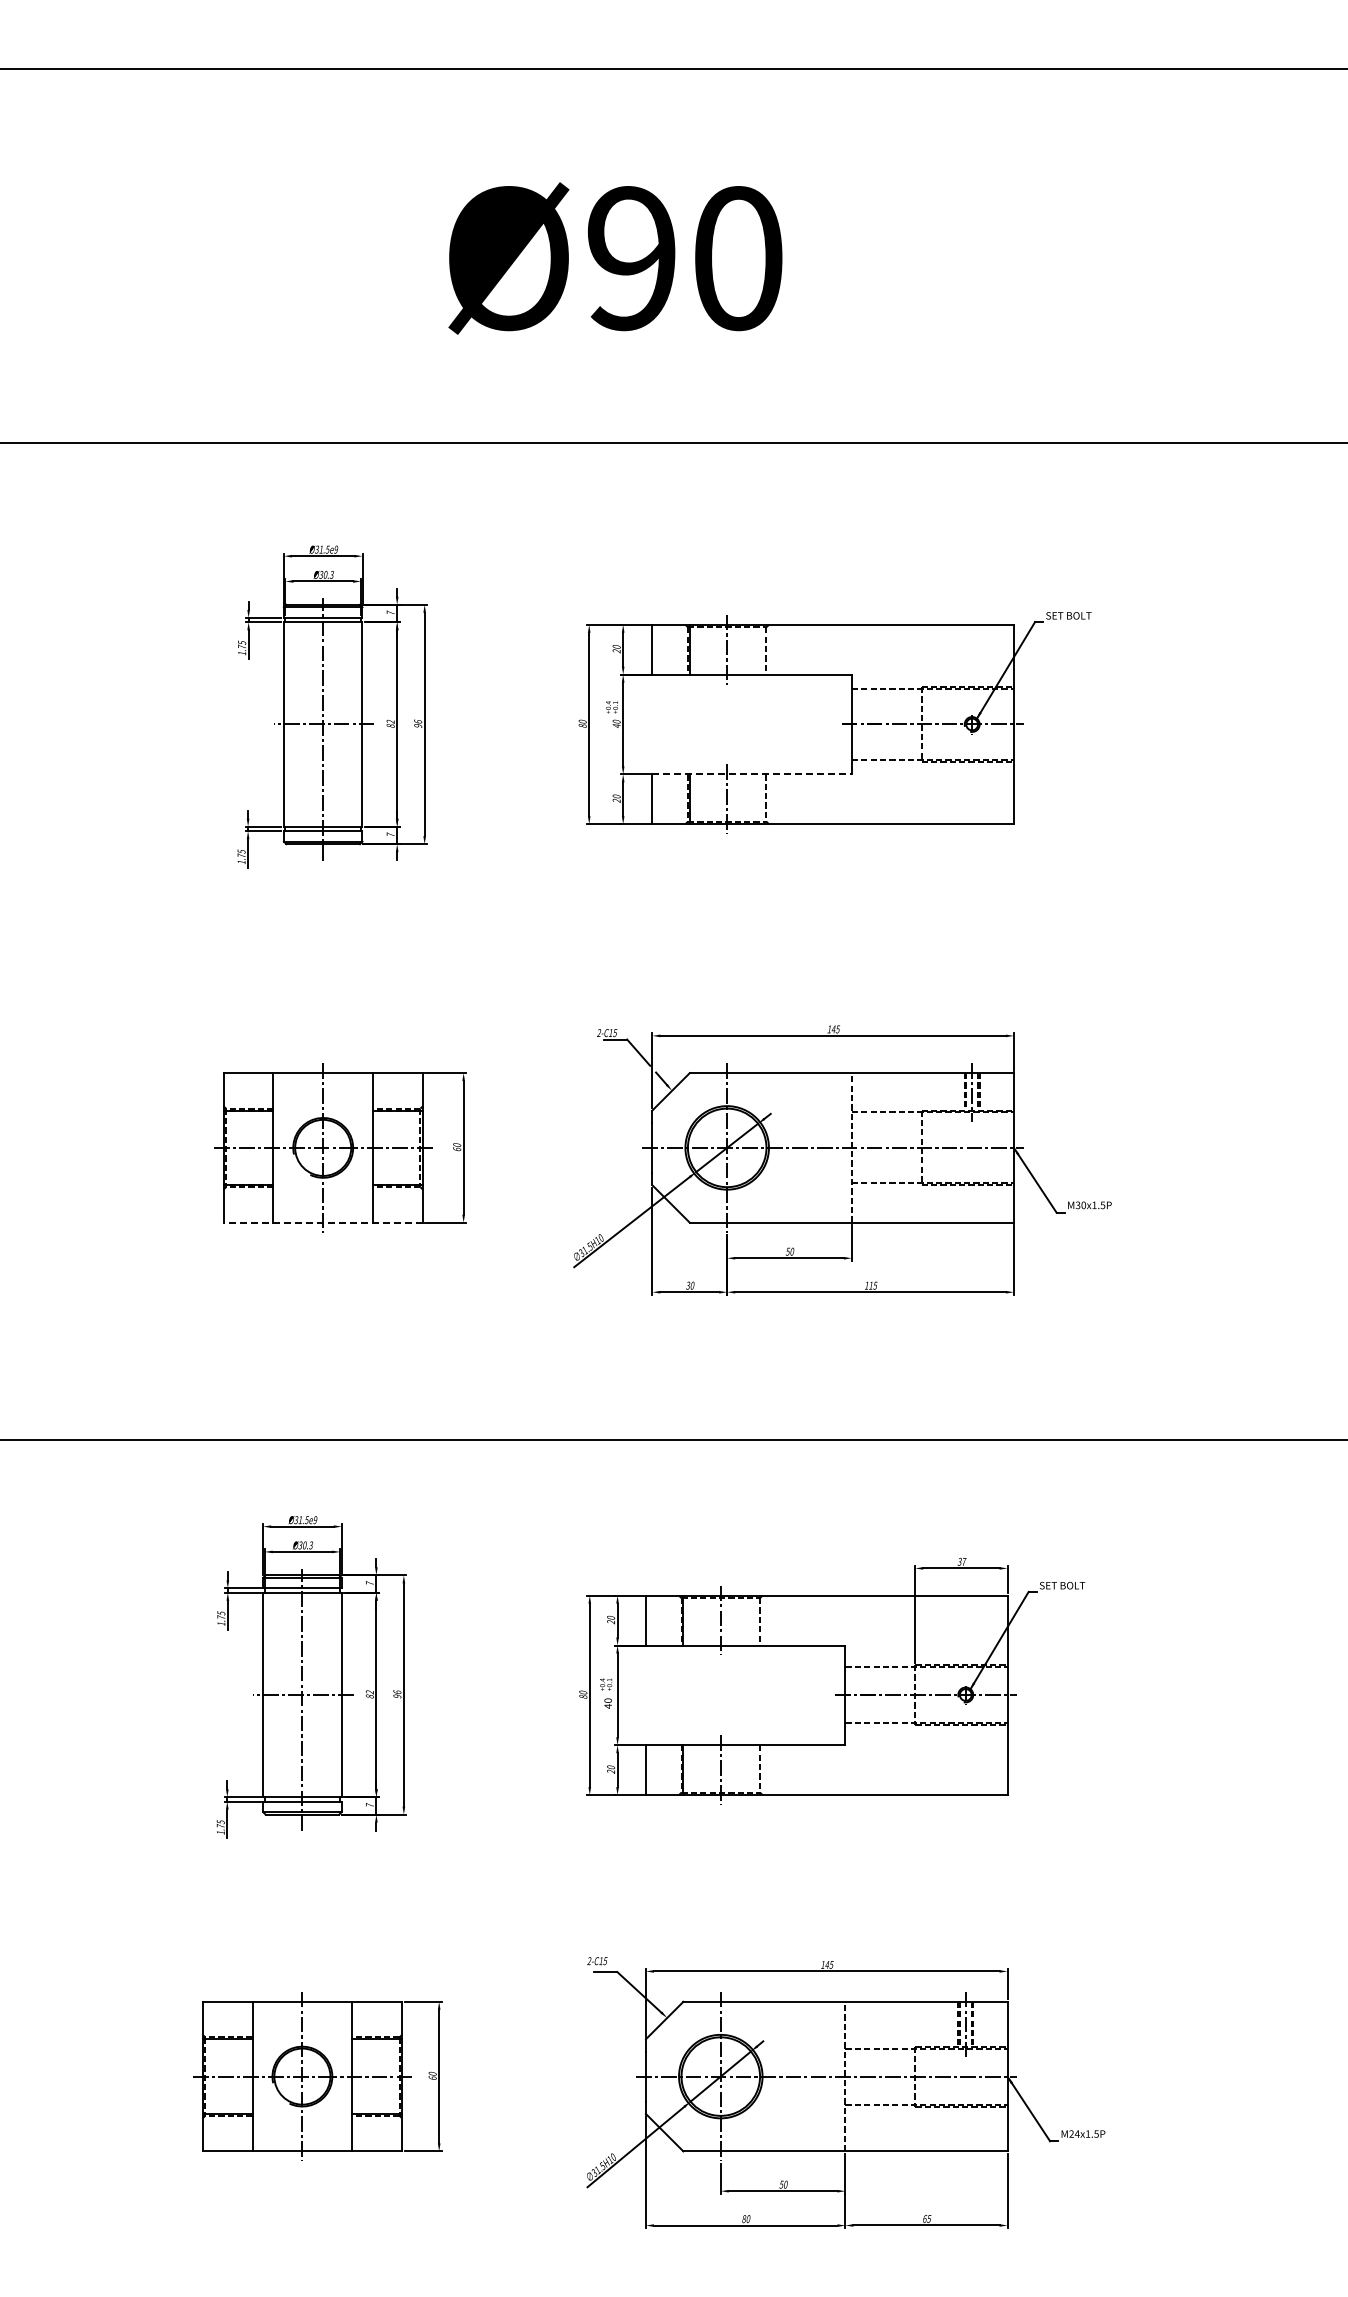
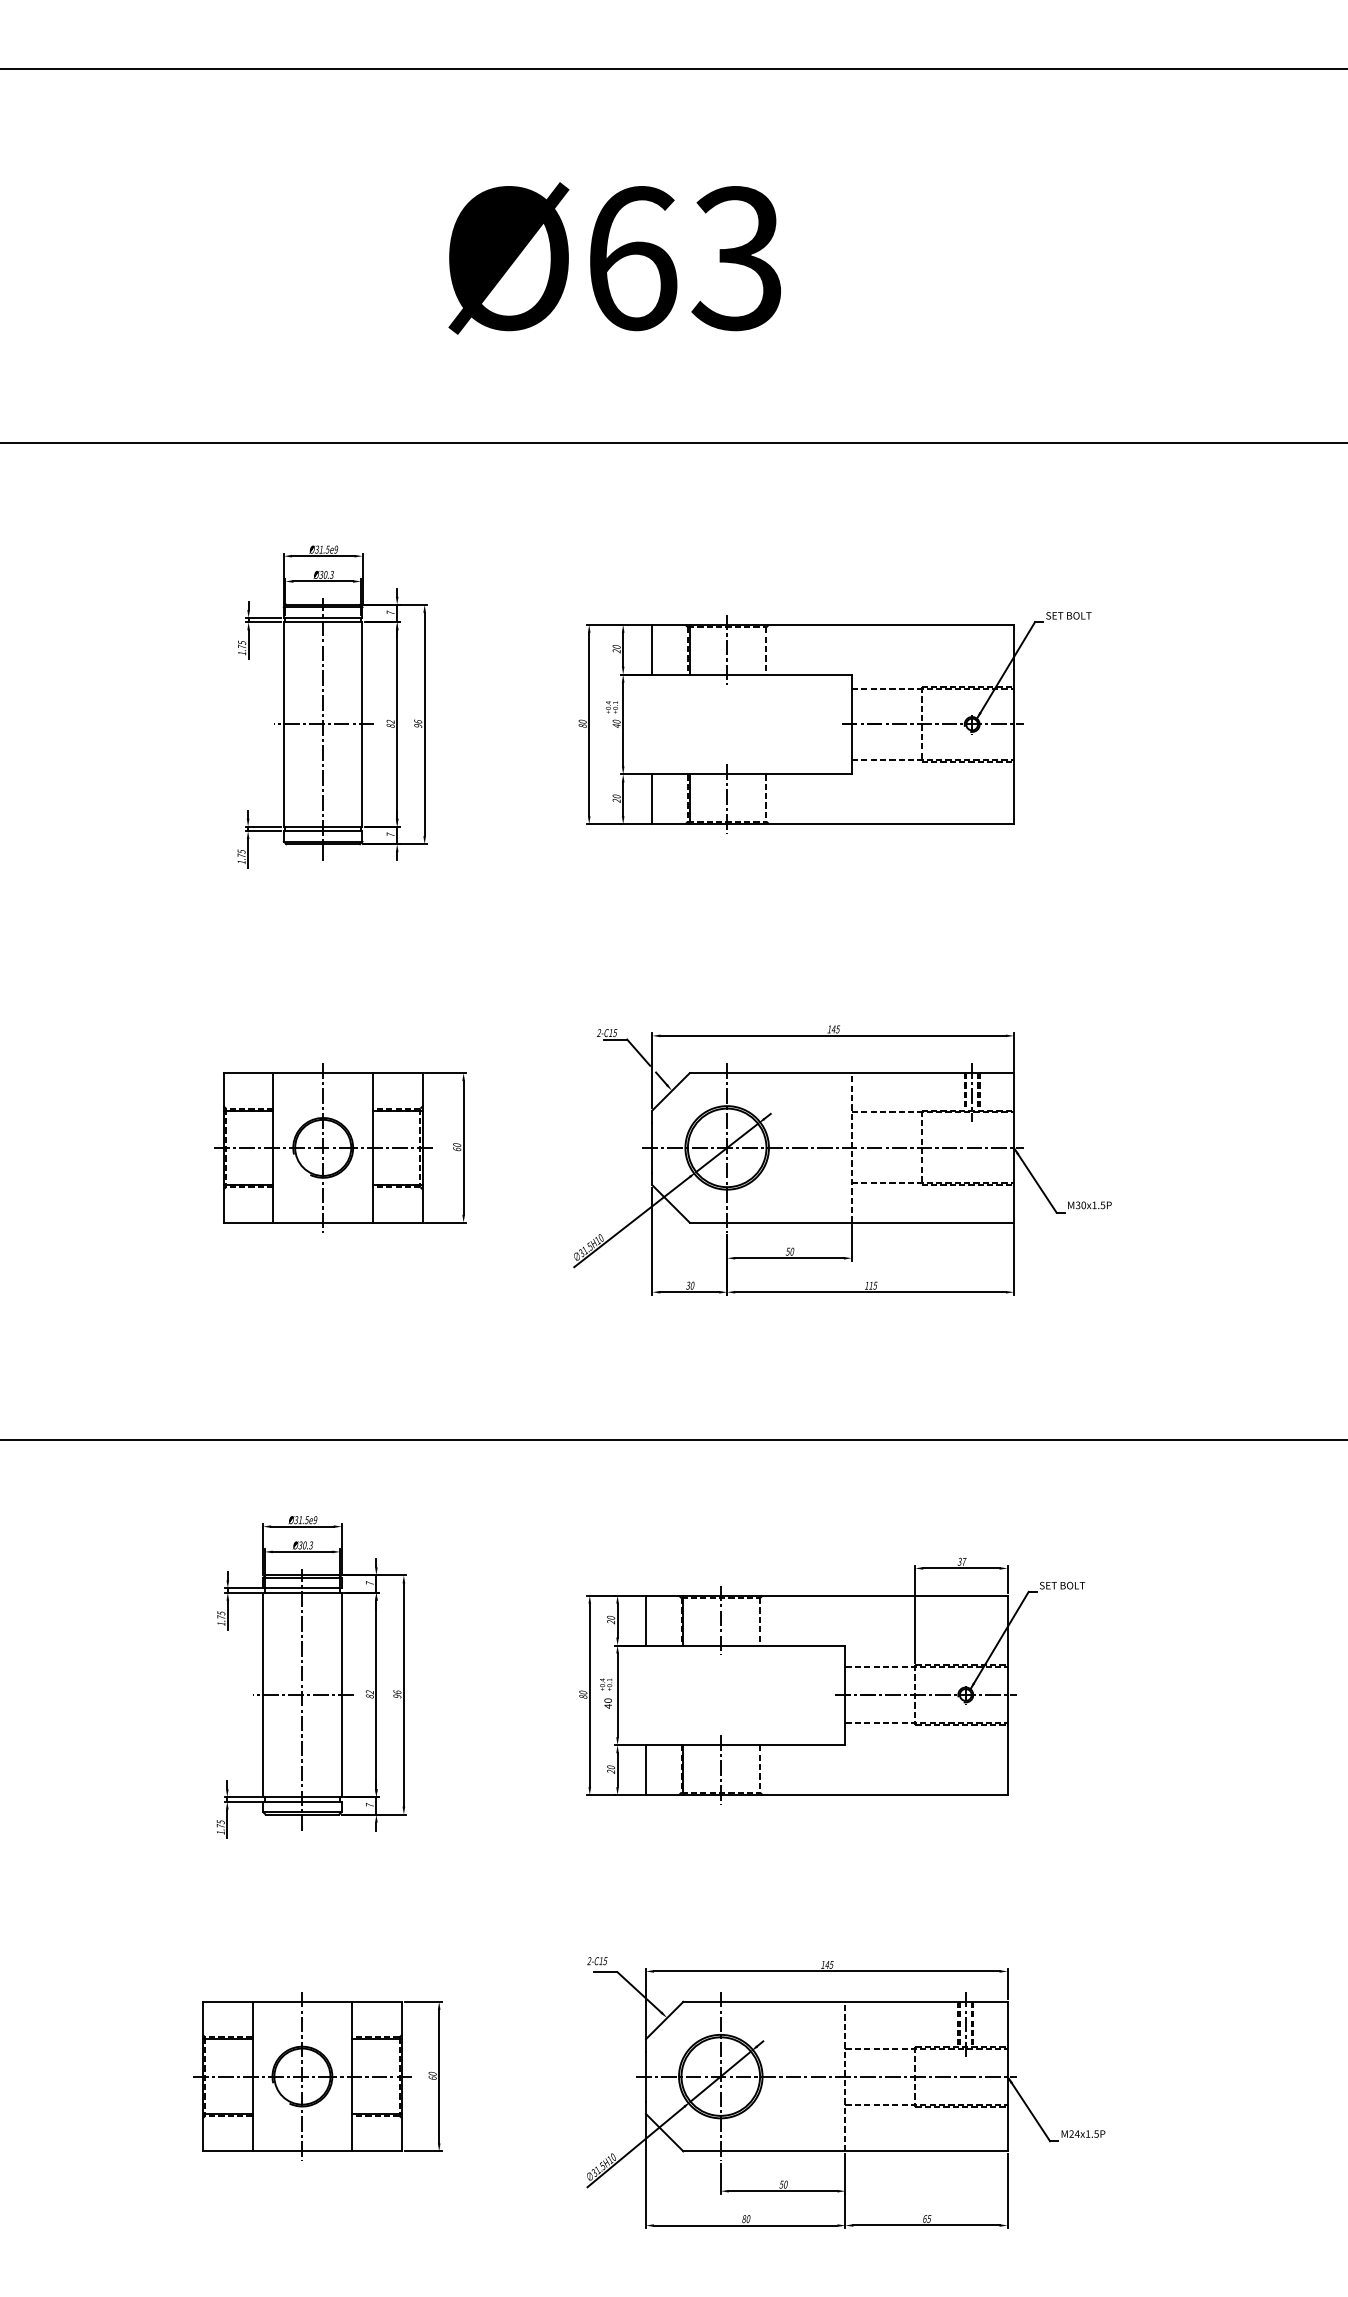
text at (684, 258): Ø90 -> Ø63
line at (752, 774): dashed -> solid
line at (323, 1222): dashed -> solid
